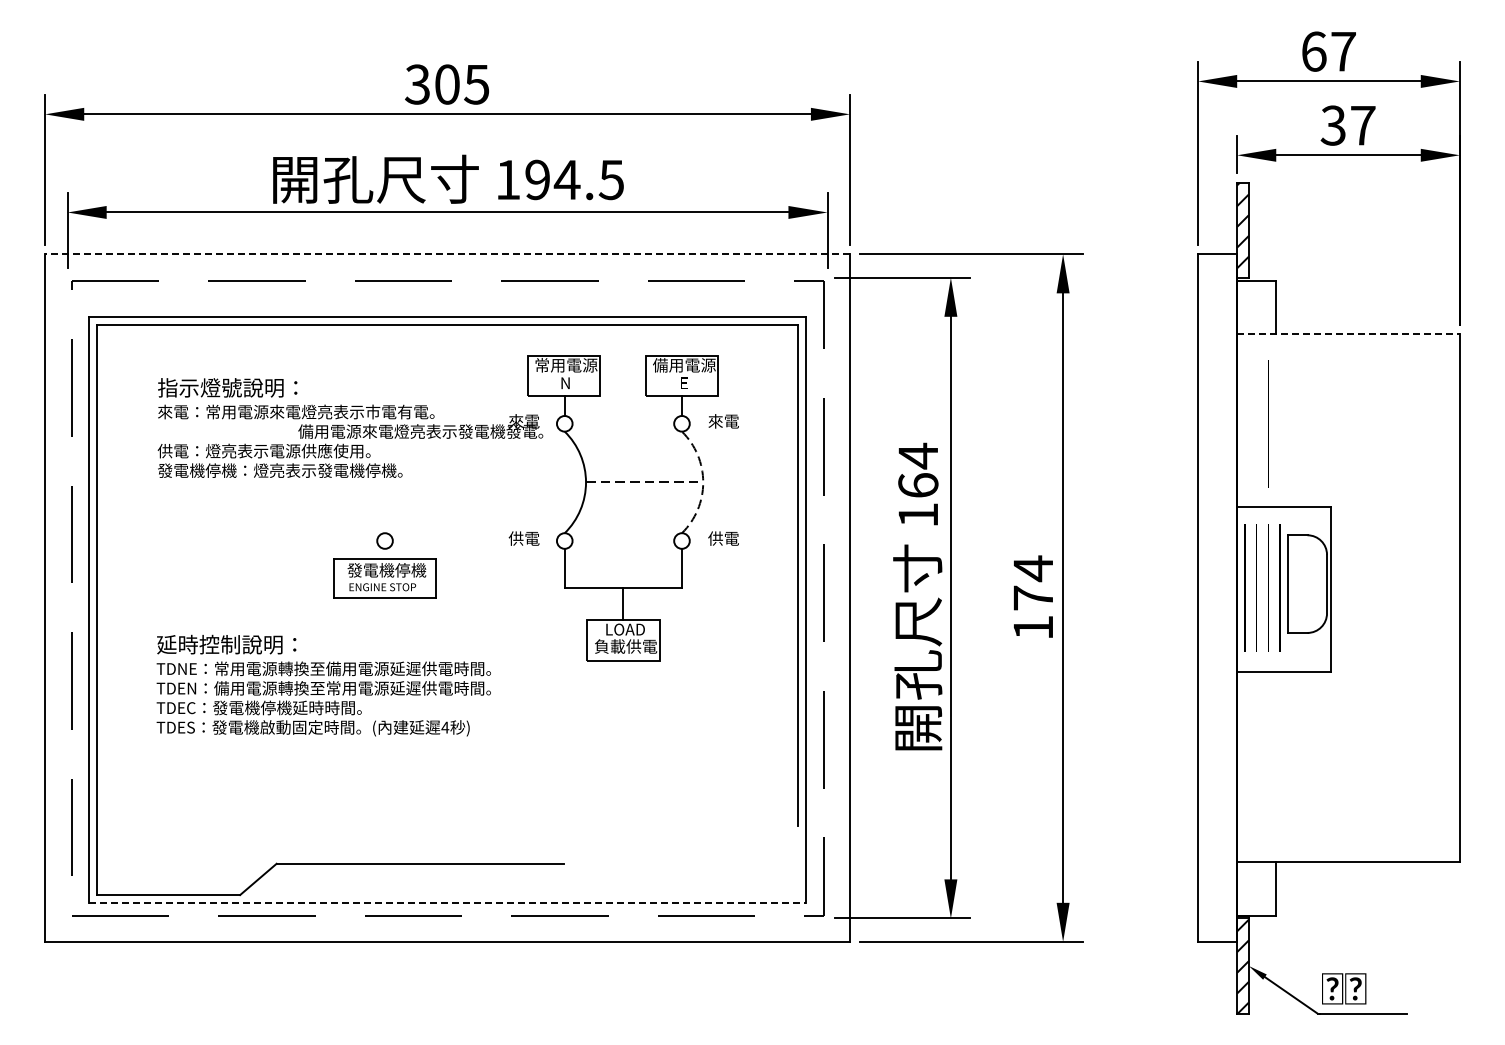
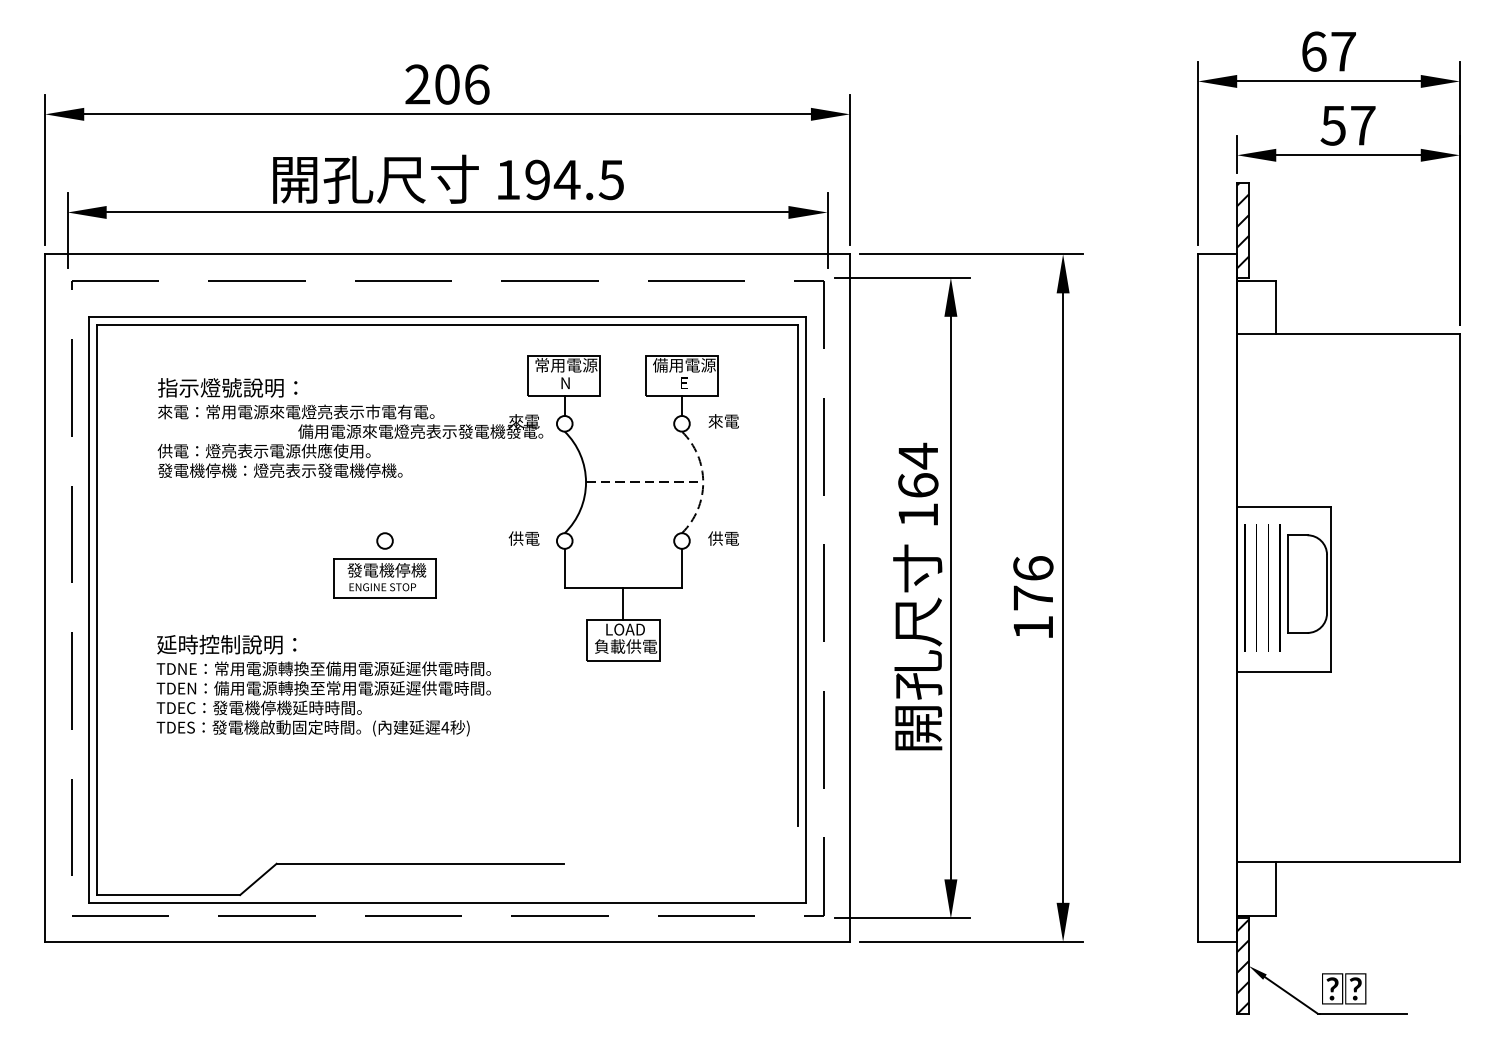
text at (447, 84): 305 -> 206
text at (1333, 125): 37 -> 57
line at (447, 254): dashed -> solid
line at (1349, 334): dashed -> solid
line at (1268, 423): present -> none
text at (1033, 568): 174 -> 176
line at (448, 902): dashed -> solid
